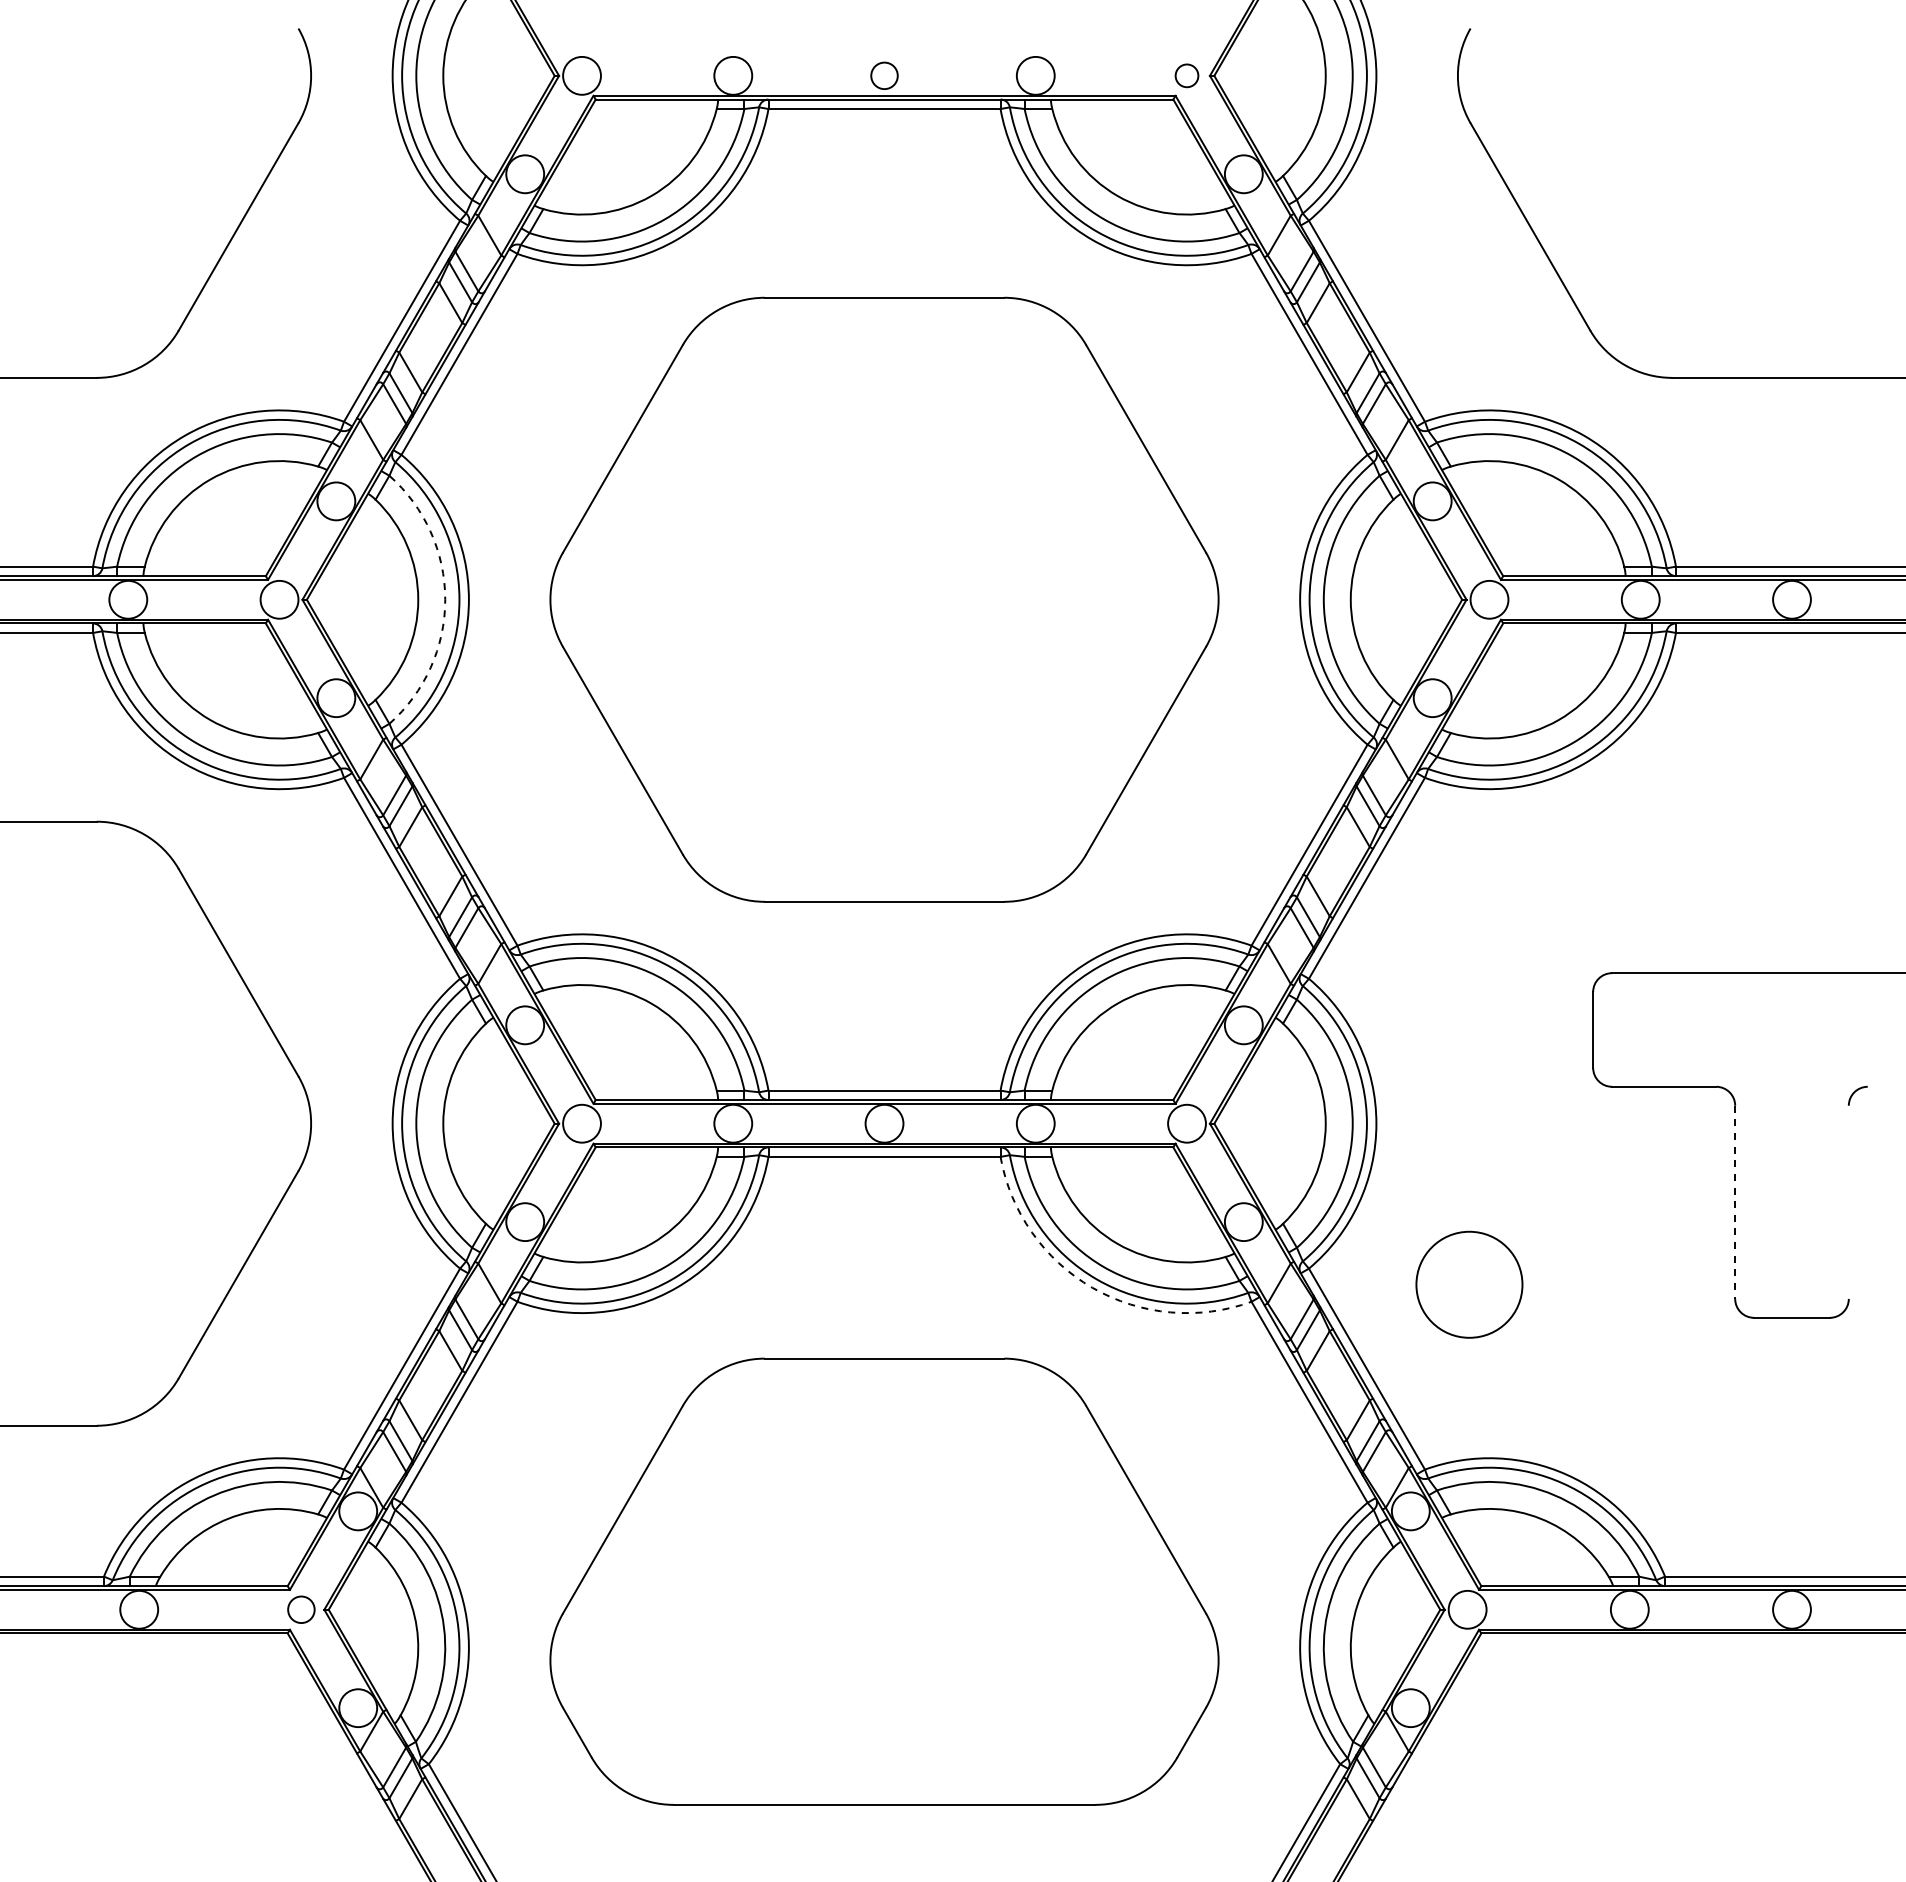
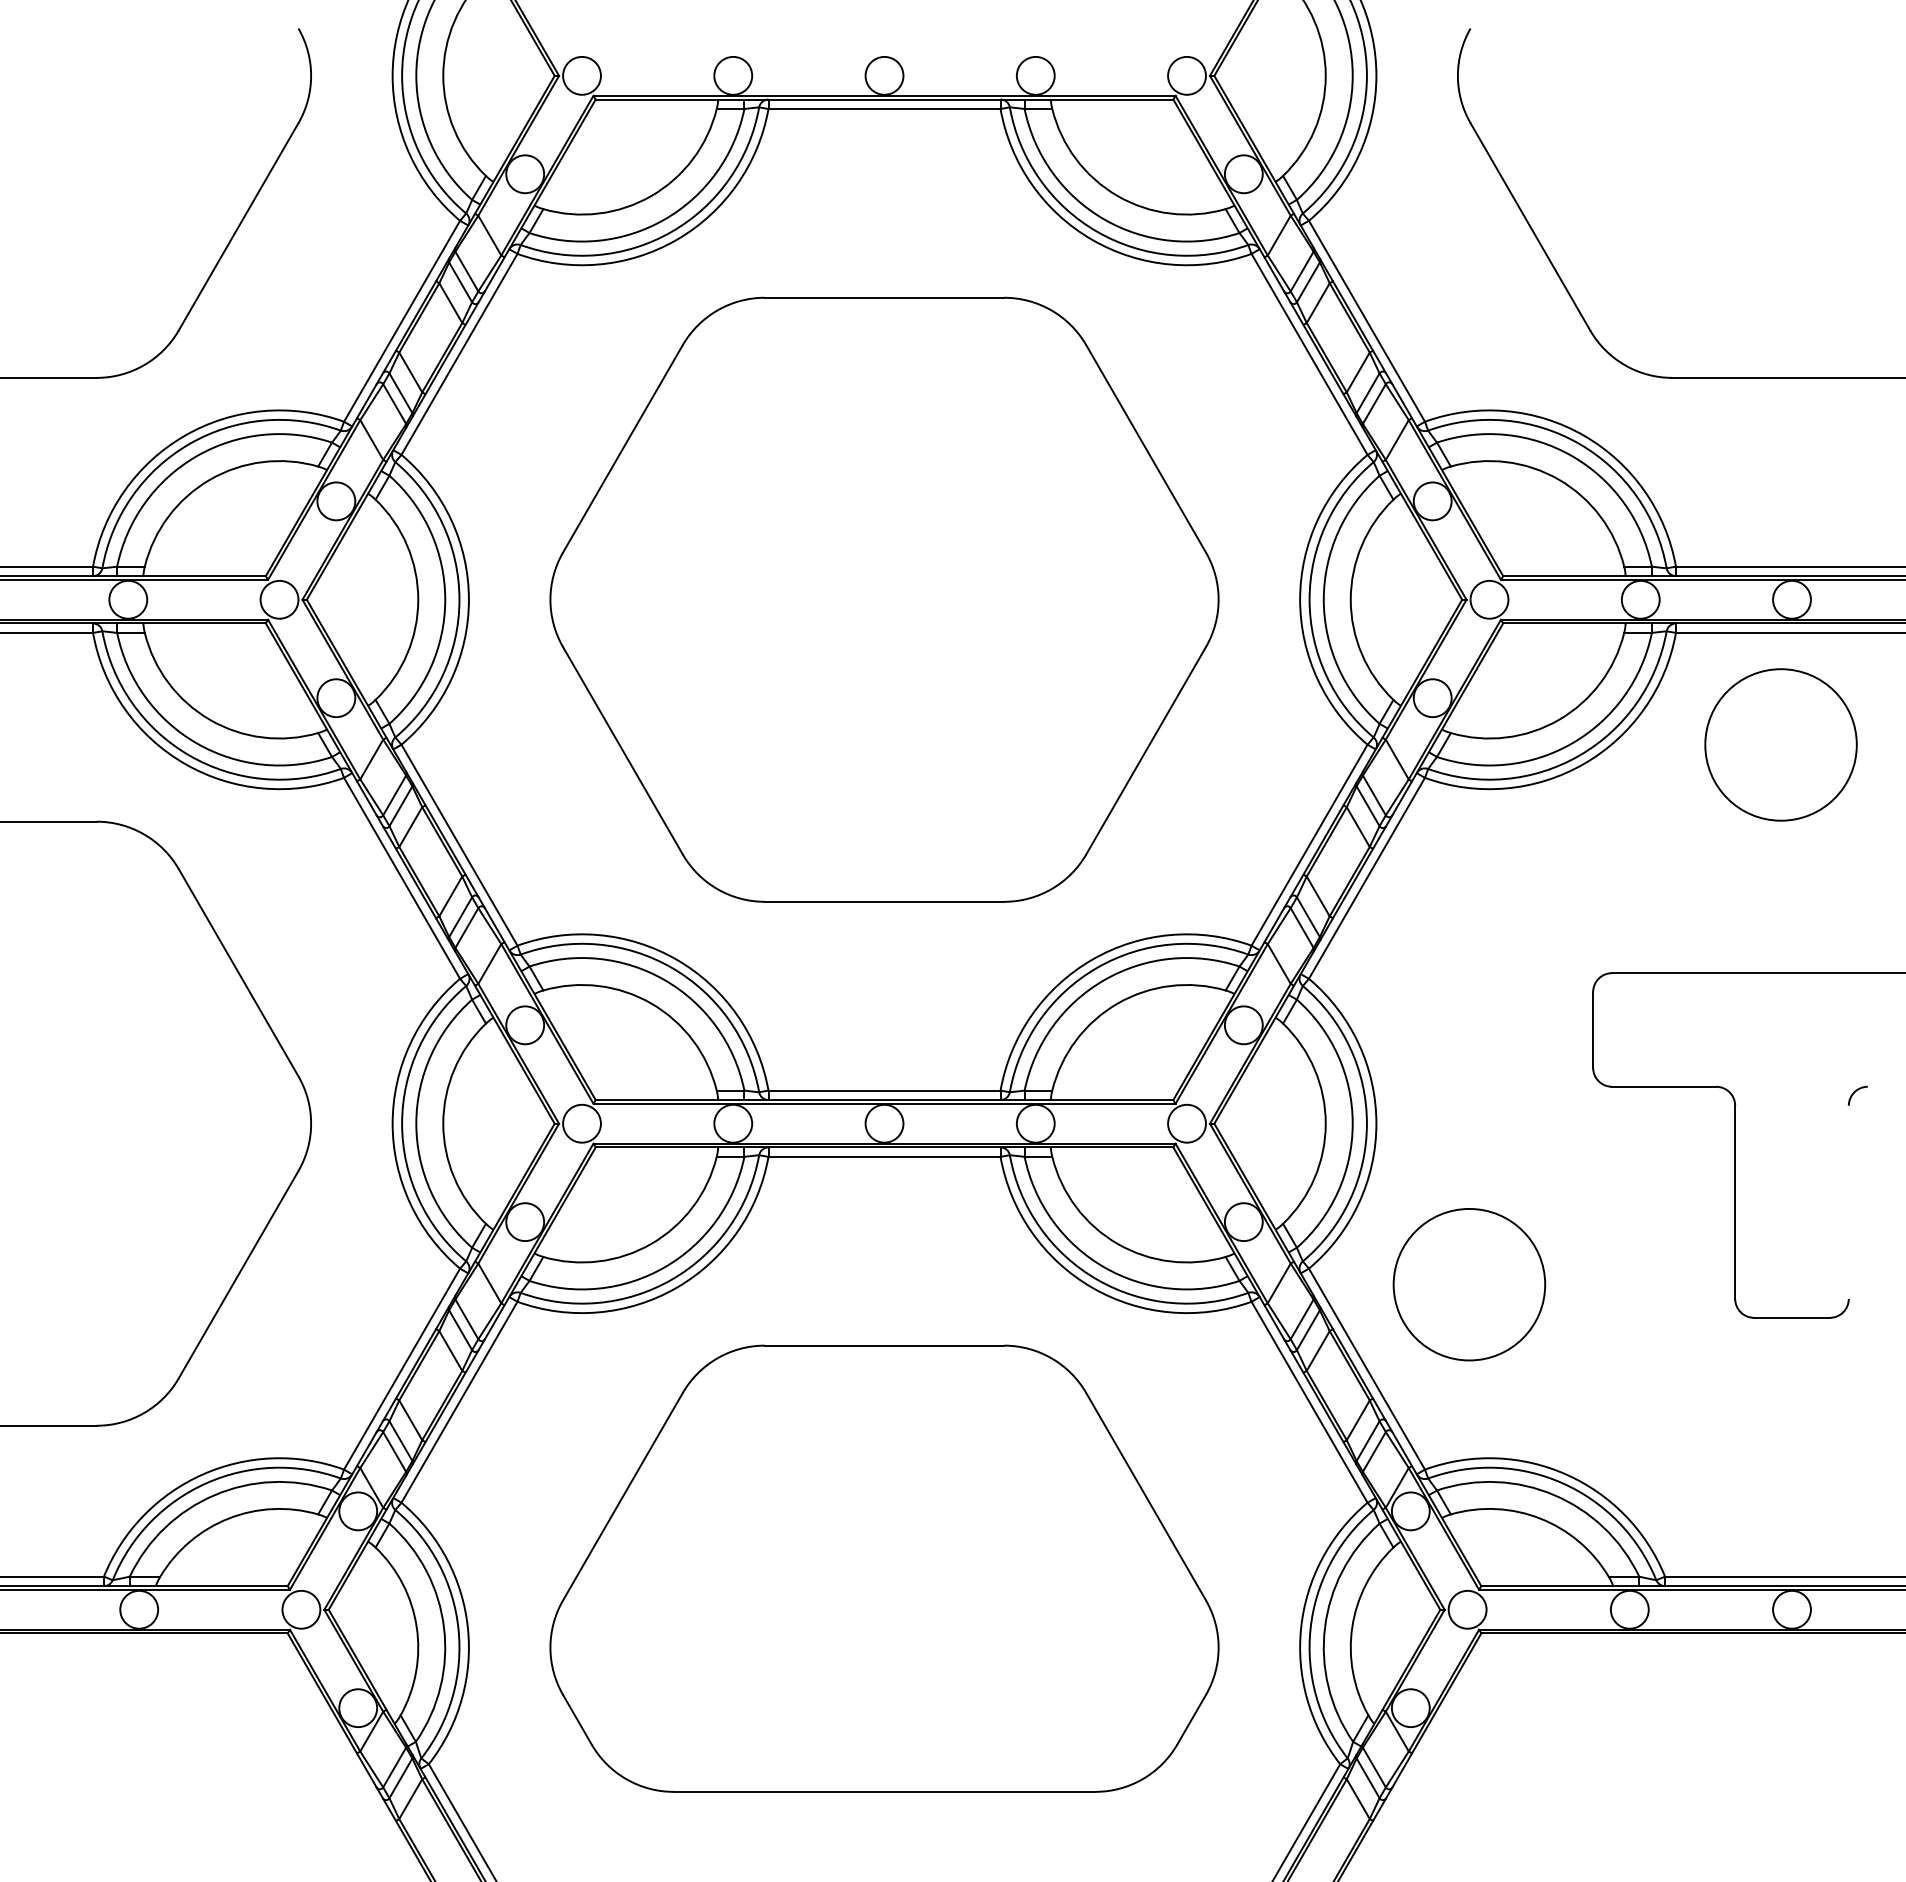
circle at (884, 75) diameter: 27 px -> 38 px
circle at (1186, 75) diameter: 23 px -> 38 px
arc at (445, 599): dashed -> solid
circle at (1780, 744): none -> present
line at (1735, 1202): dashed -> solid
circle at (1469, 1284) size: 109x109 px -> 155x154 px
arc at (1092, 1287): dashed -> solid
part at (884, 1581) position: (884, 1581) -> (884, 1568)
circle at (301, 1609) diameter: 27 px -> 38 px
